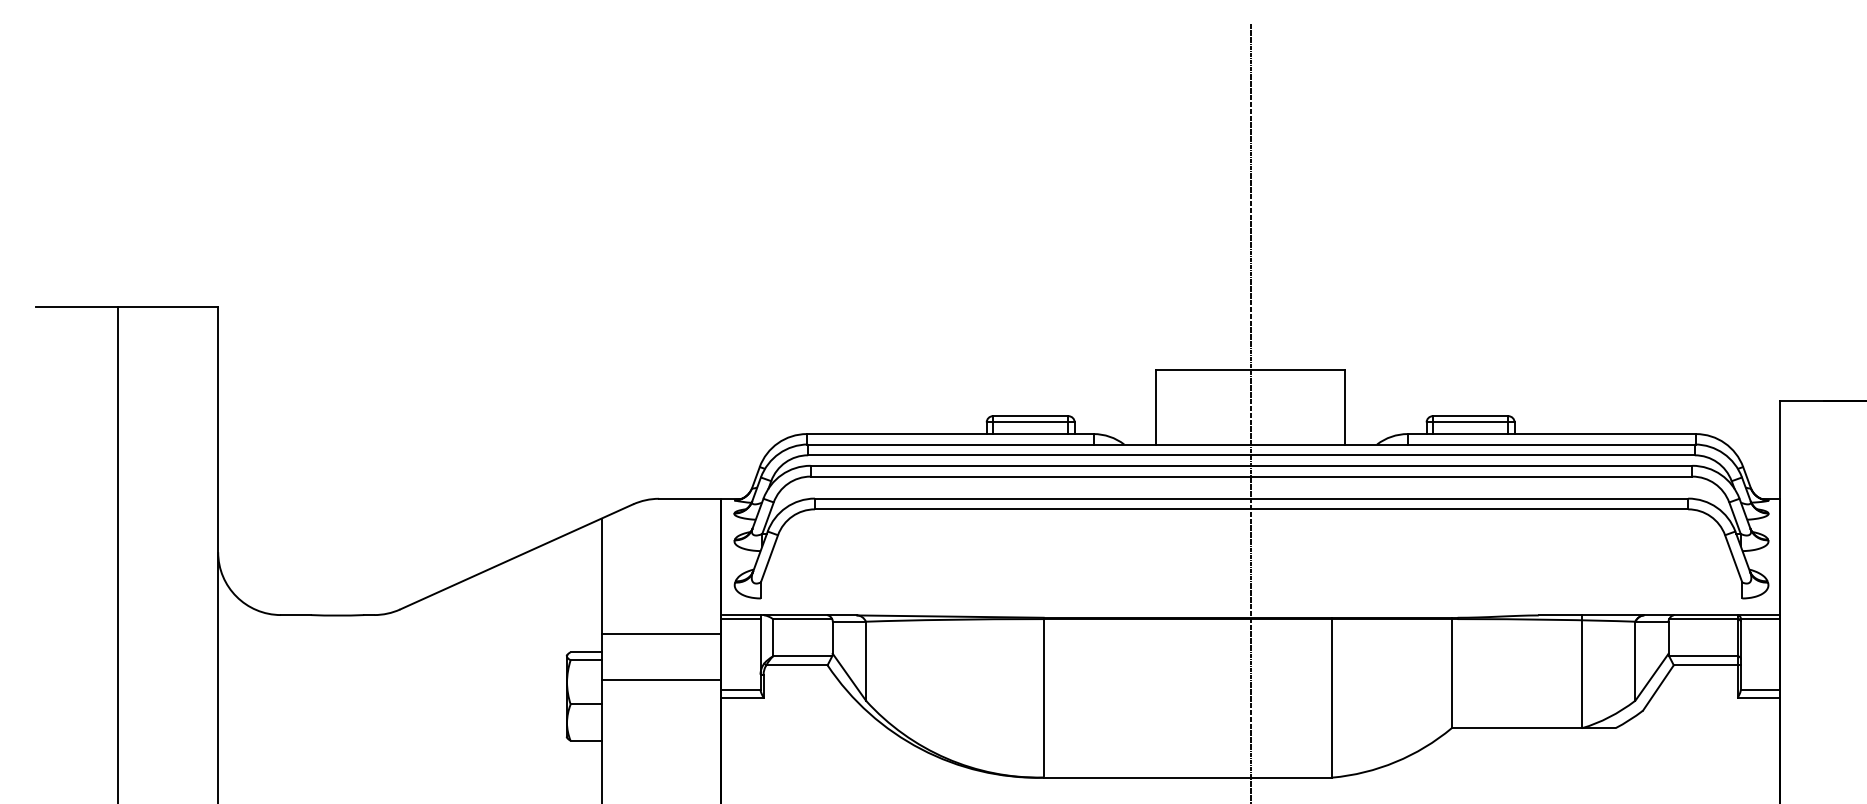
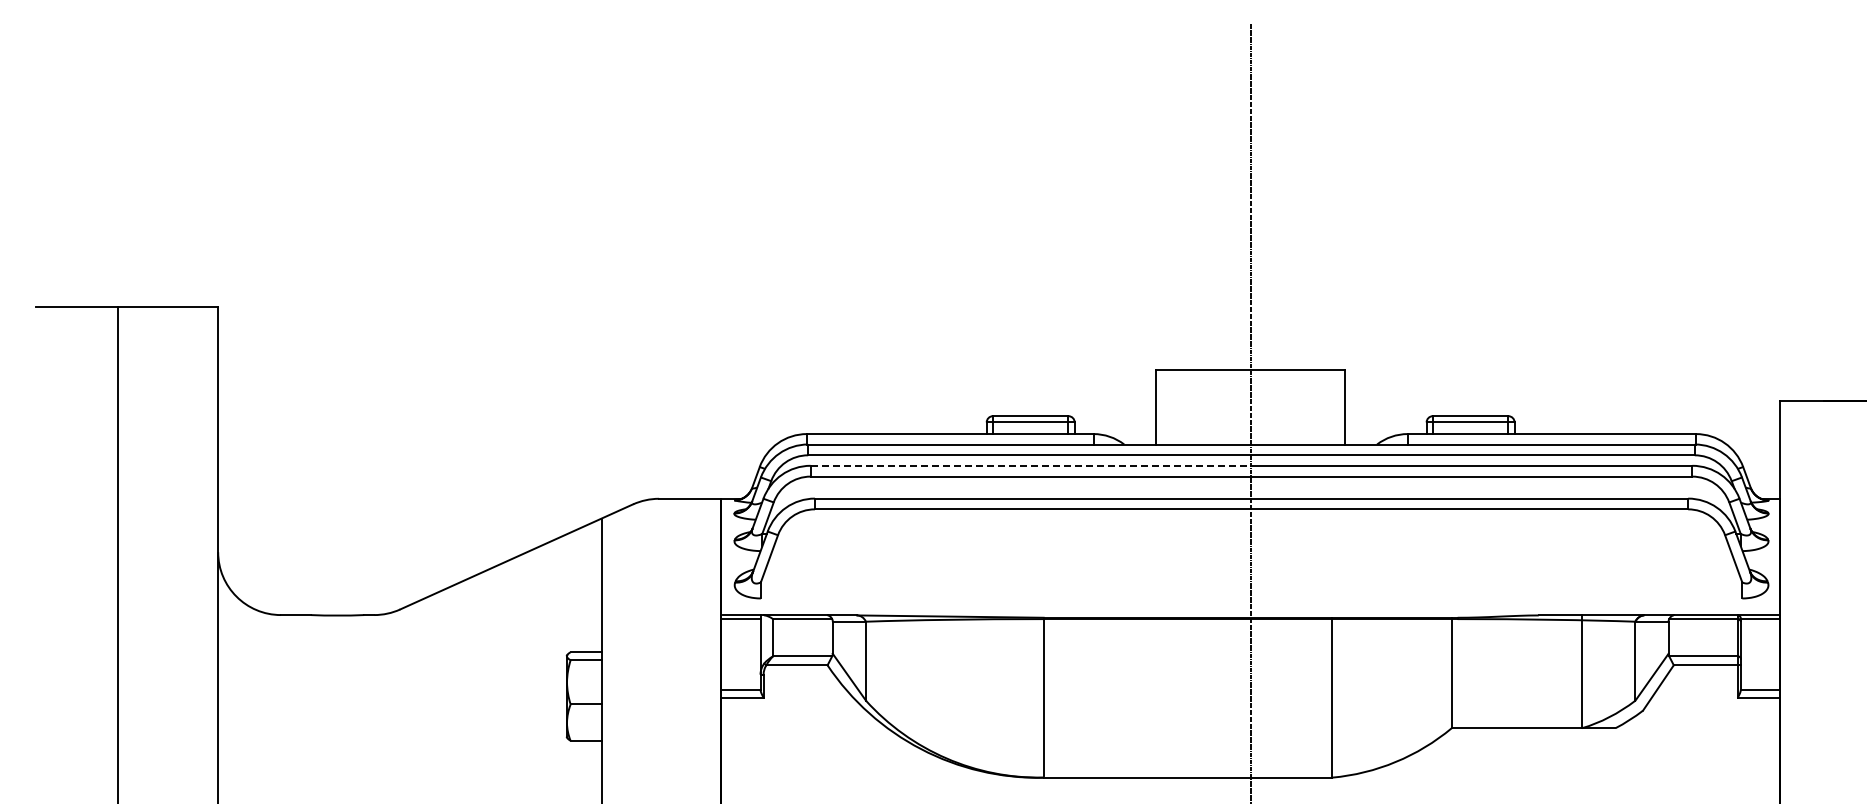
line at (1031, 465): solid -> dashed
line at (660, 633): present -> none
line at (660, 680): present -> none
